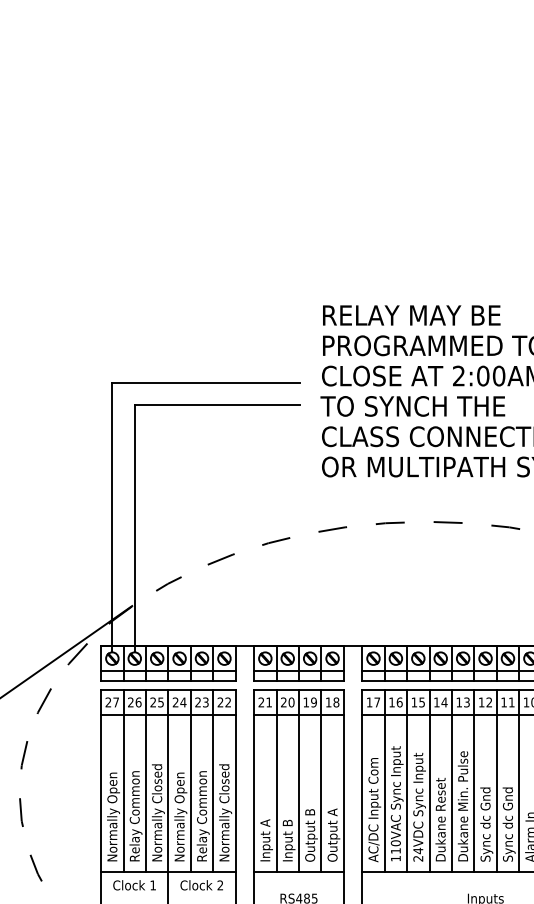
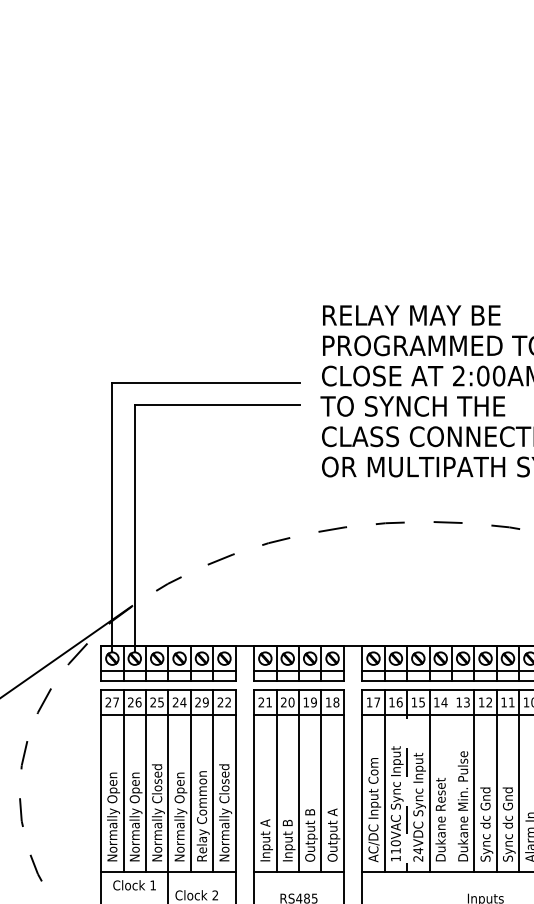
text at (205, 702): 23 -> 29
line at (451, 780): present -> none
line at (407, 781): solid -> dashed
text at (135, 815): Relay Common -> Normally Open
text at (201, 885) position: (201, 885) -> (196, 895)
